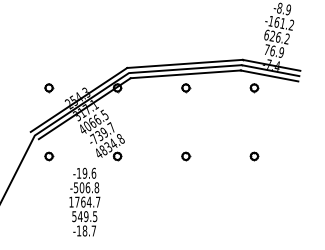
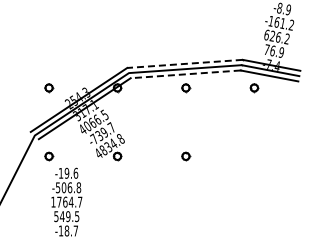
line at (184, 63): solid -> dashed
line at (185, 74): solid -> dashed
part at (254, 156): present -> none
text at (84, 201) position: (84, 201) -> (66, 201)
